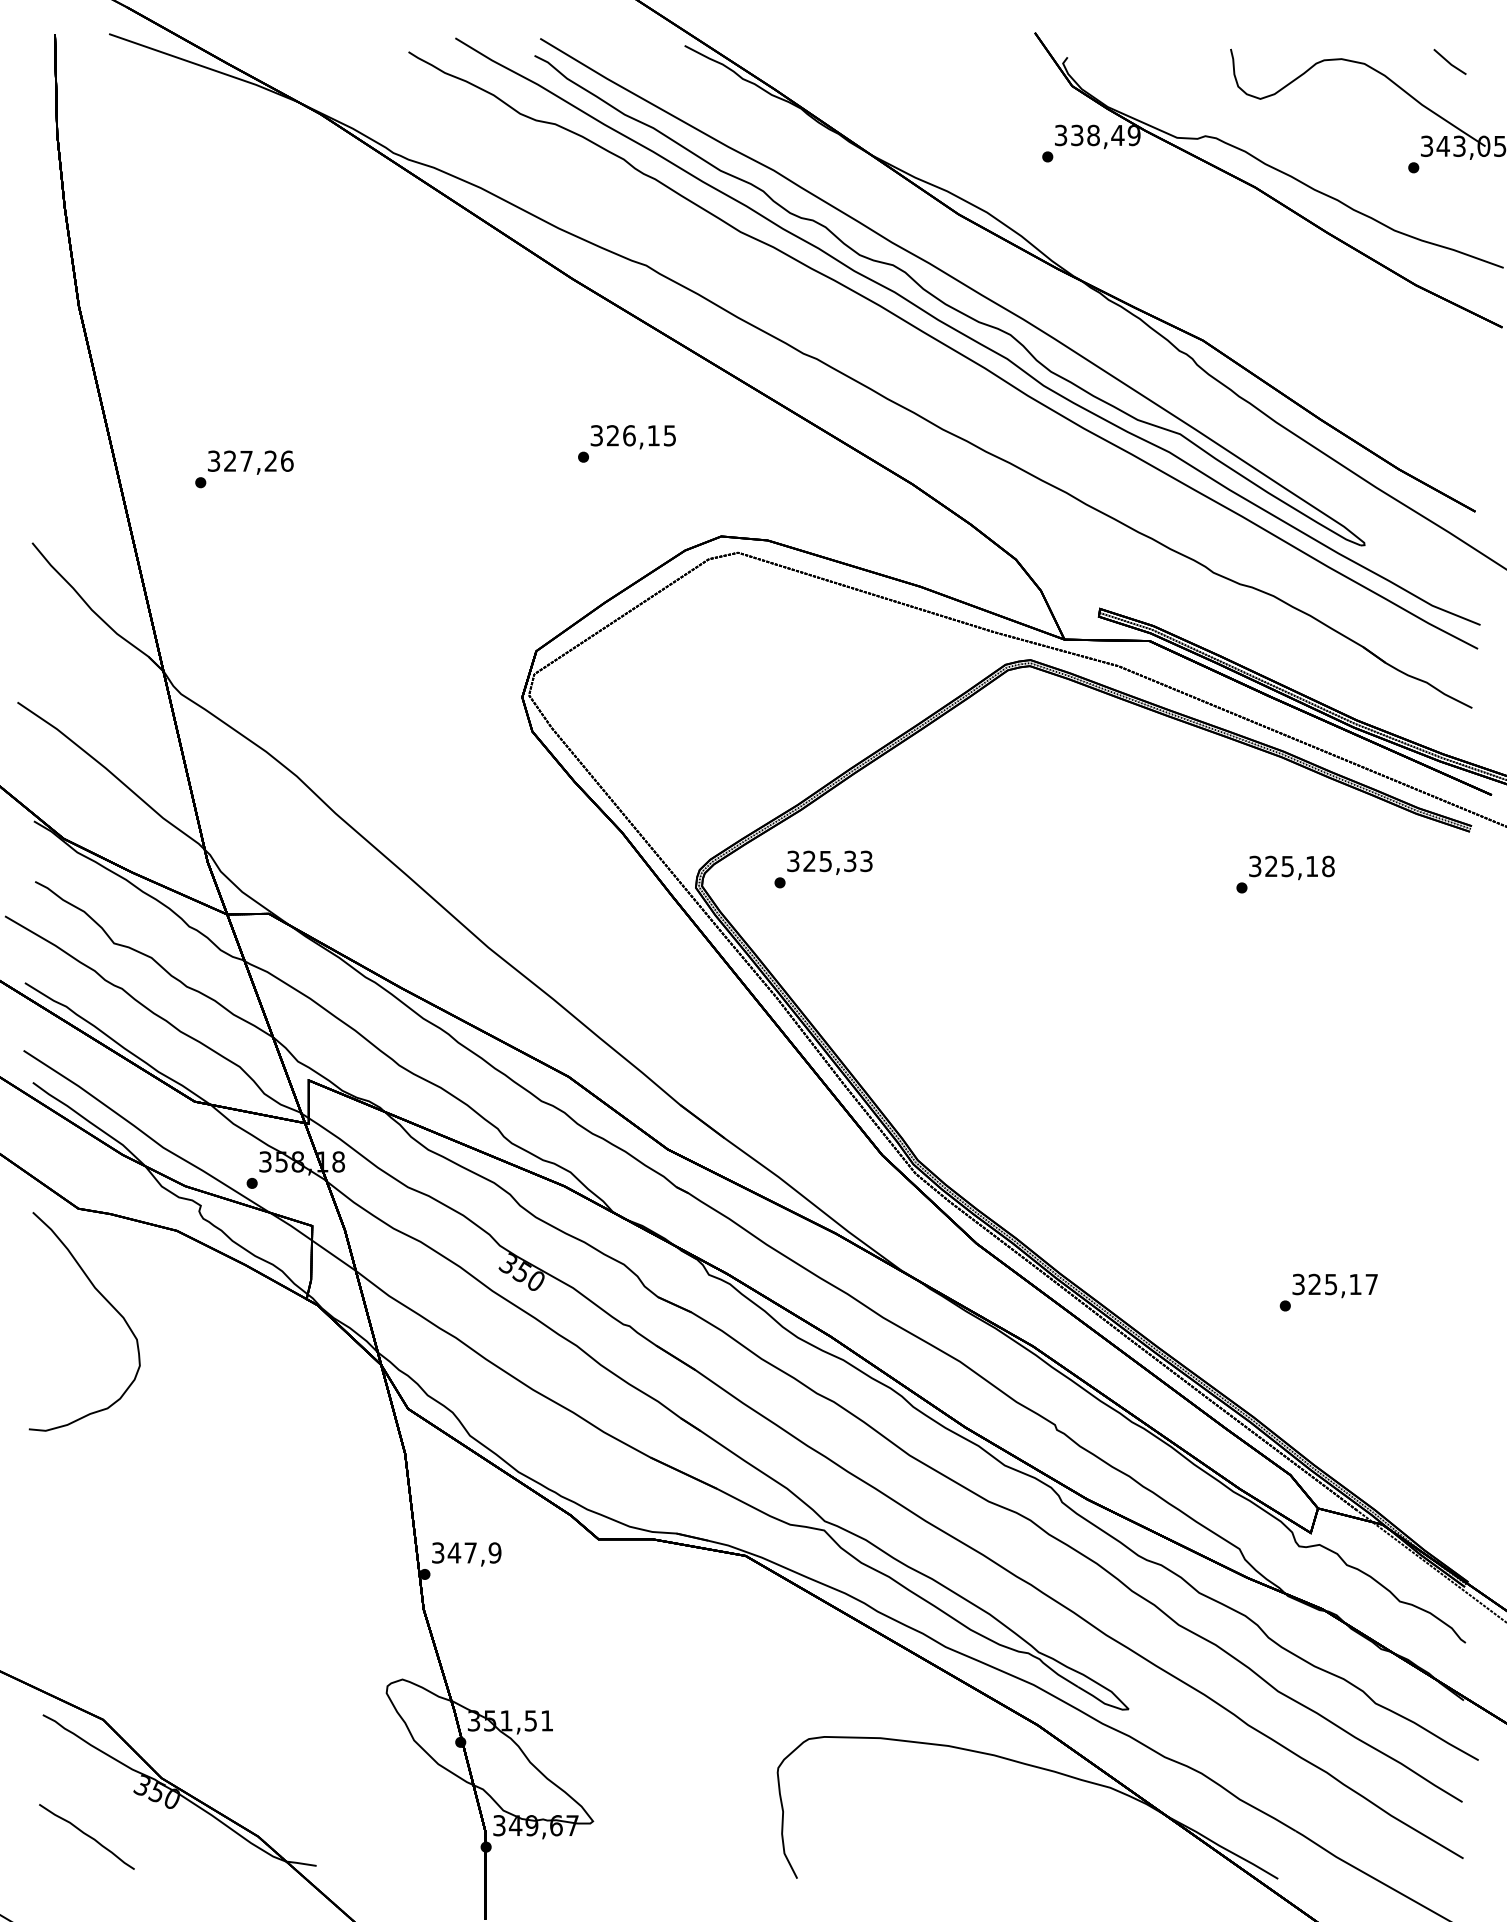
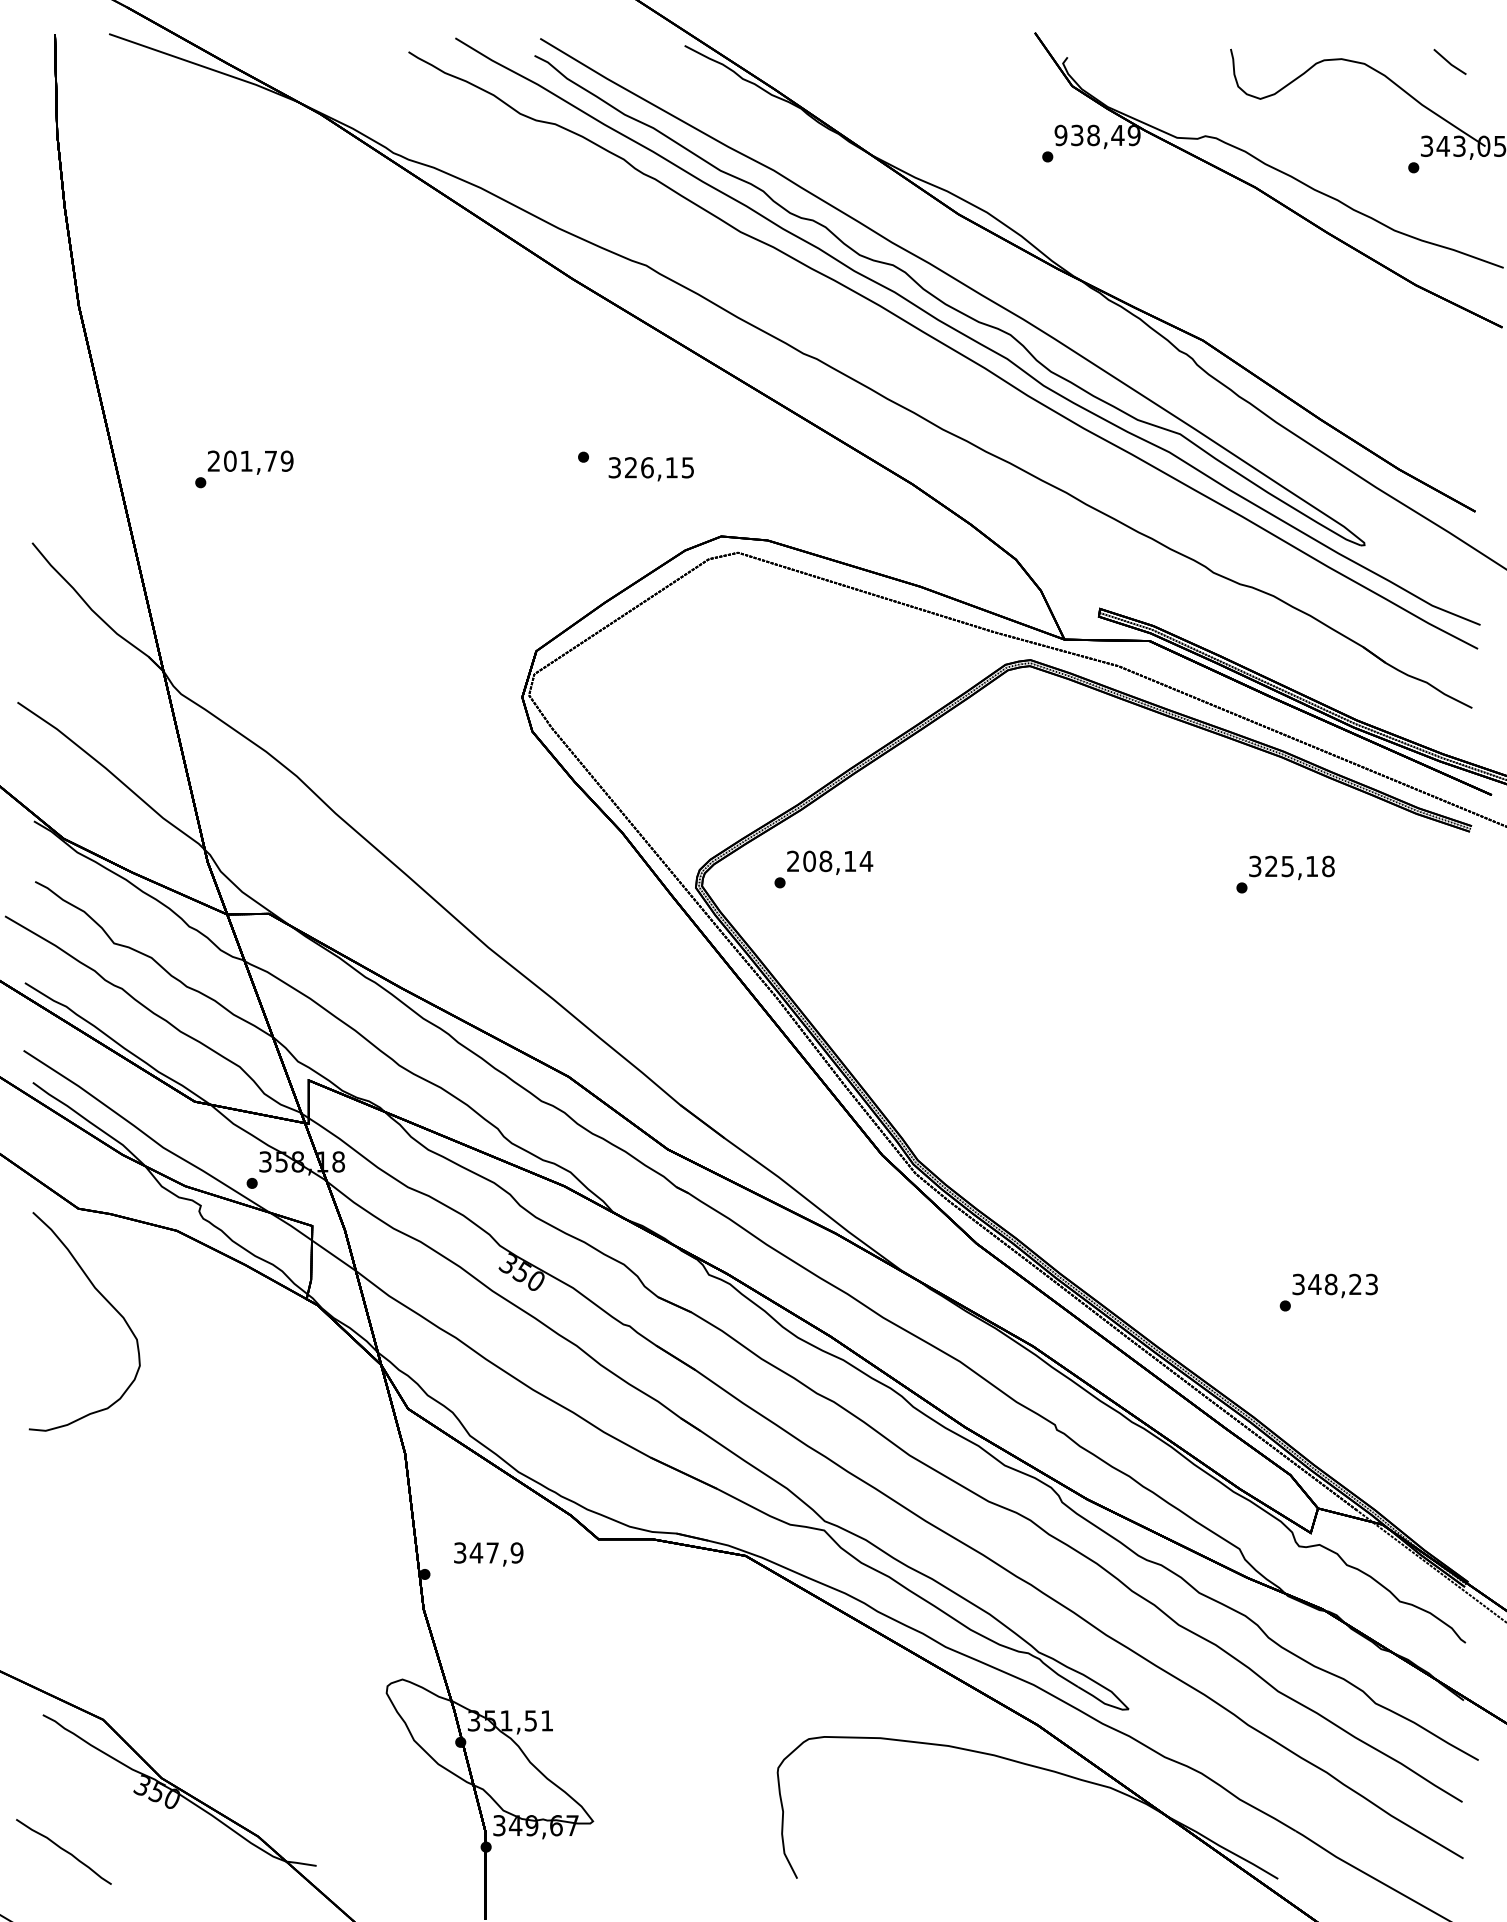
text at (1060, 135): 338,49 -> 938,49
text at (632, 437) position: (632, 437) -> (650, 469)
text at (250, 460): 327,26 -> 201,79
text at (830, 861): 325,33 -> 208,14
text at (1342, 1284): 325,17 -> 348,23
text at (466, 1554) position: (466, 1554) -> (488, 1554)
curve at (86, 1835) position: (86, 1835) -> (63, 1850)
